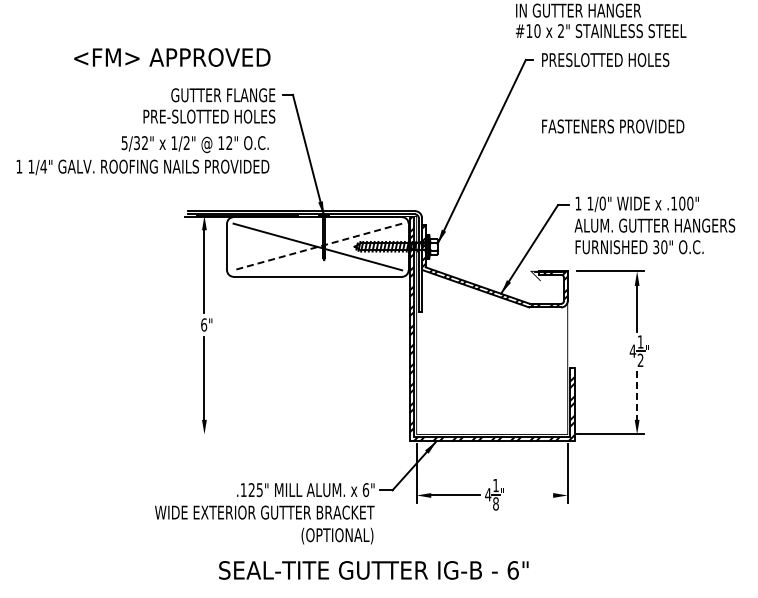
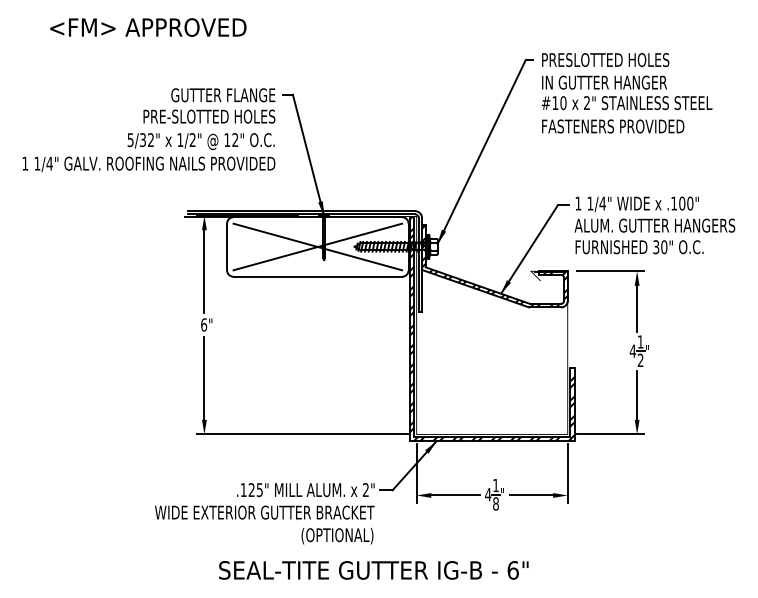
text at (600, 20) position: (600, 20) -> (626, 92)
text at (172, 57) position: (172, 57) -> (148, 27)
text at (142, 155) position: (142, 155) -> (148, 152)
text at (602, 203): 1/0" -> 1/4"
line at (317, 247): dashed -> solid
line at (637, 395): dashed -> solid
line at (302, 434): none -> present
text at (365, 490): 6" -> 2"
line at (531, 495): none -> present
